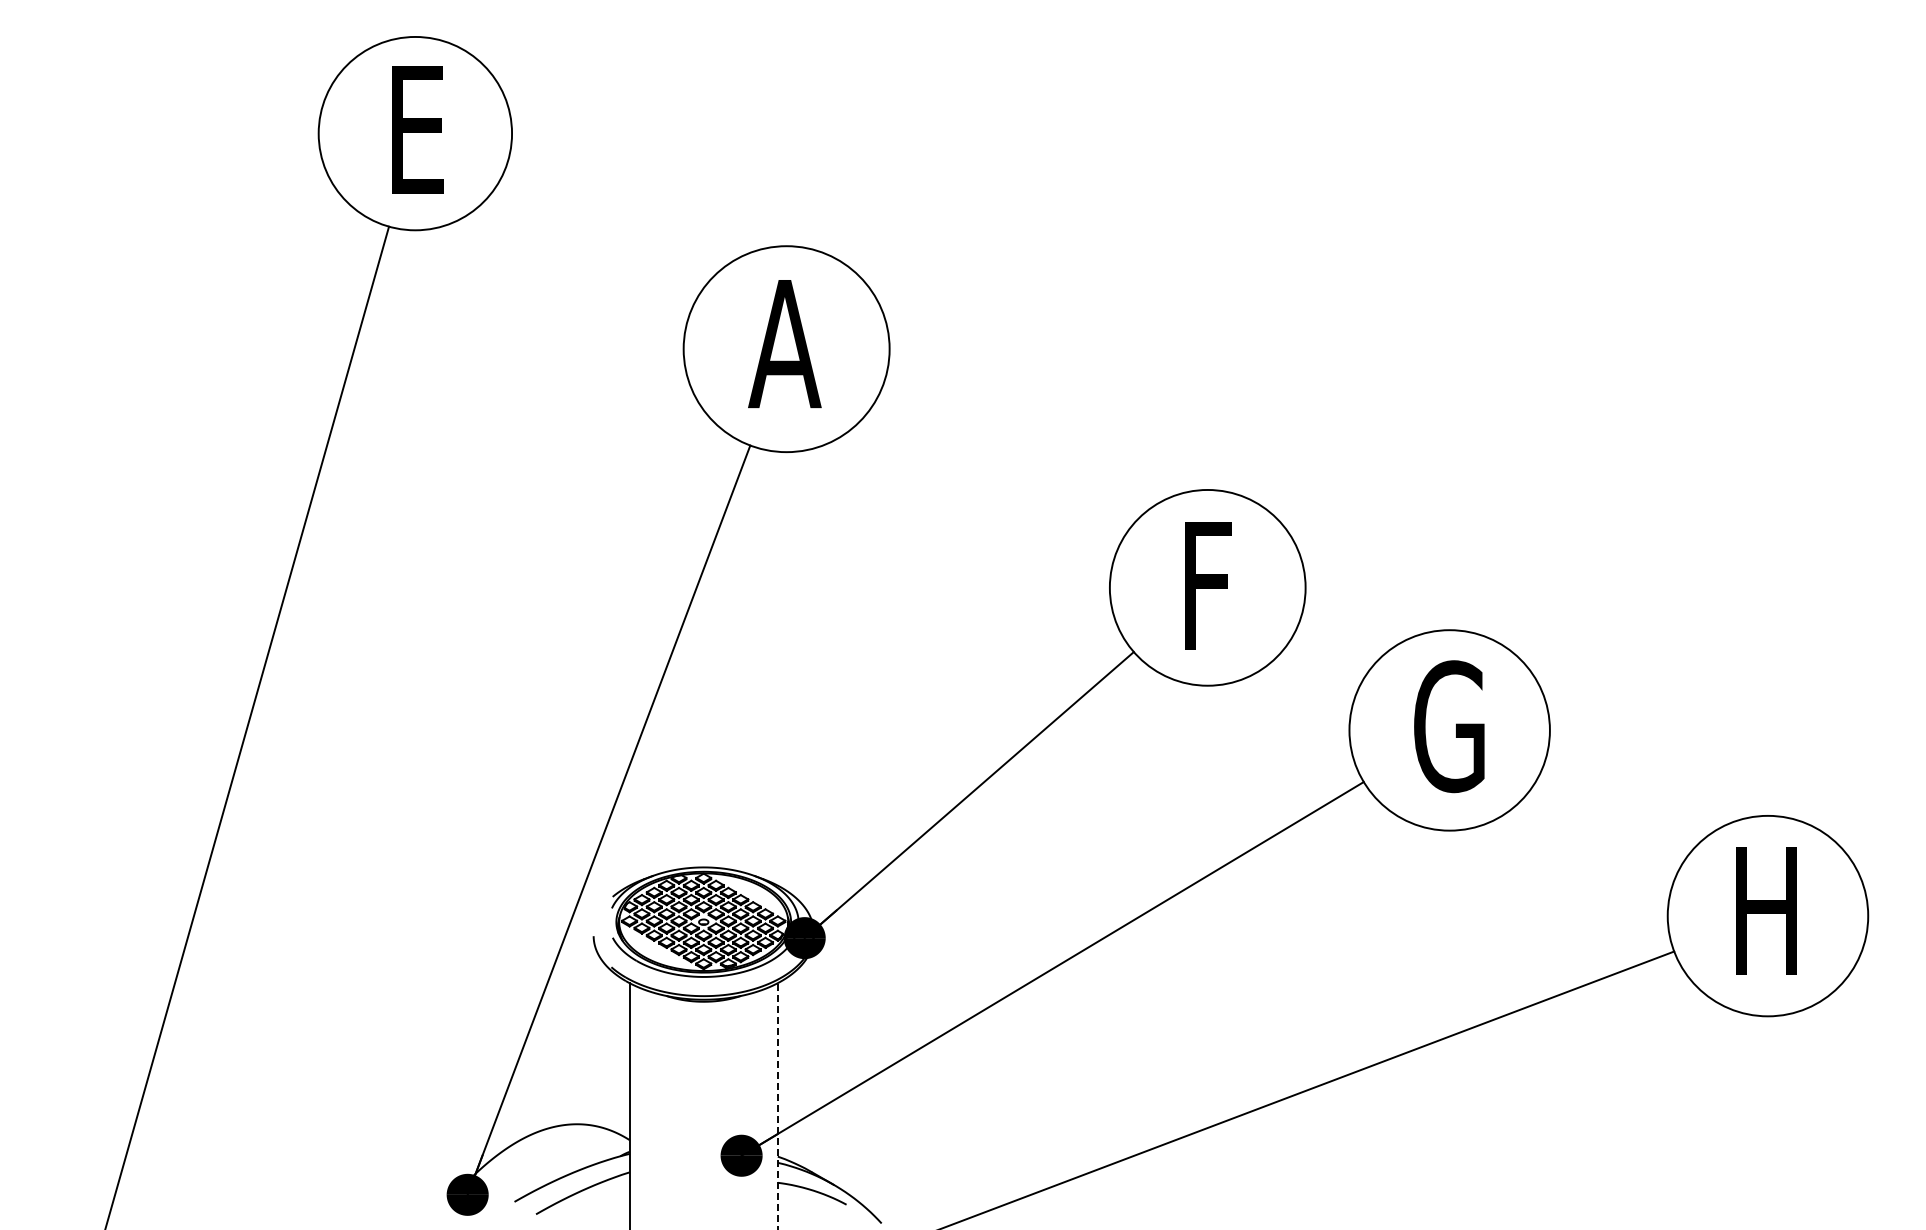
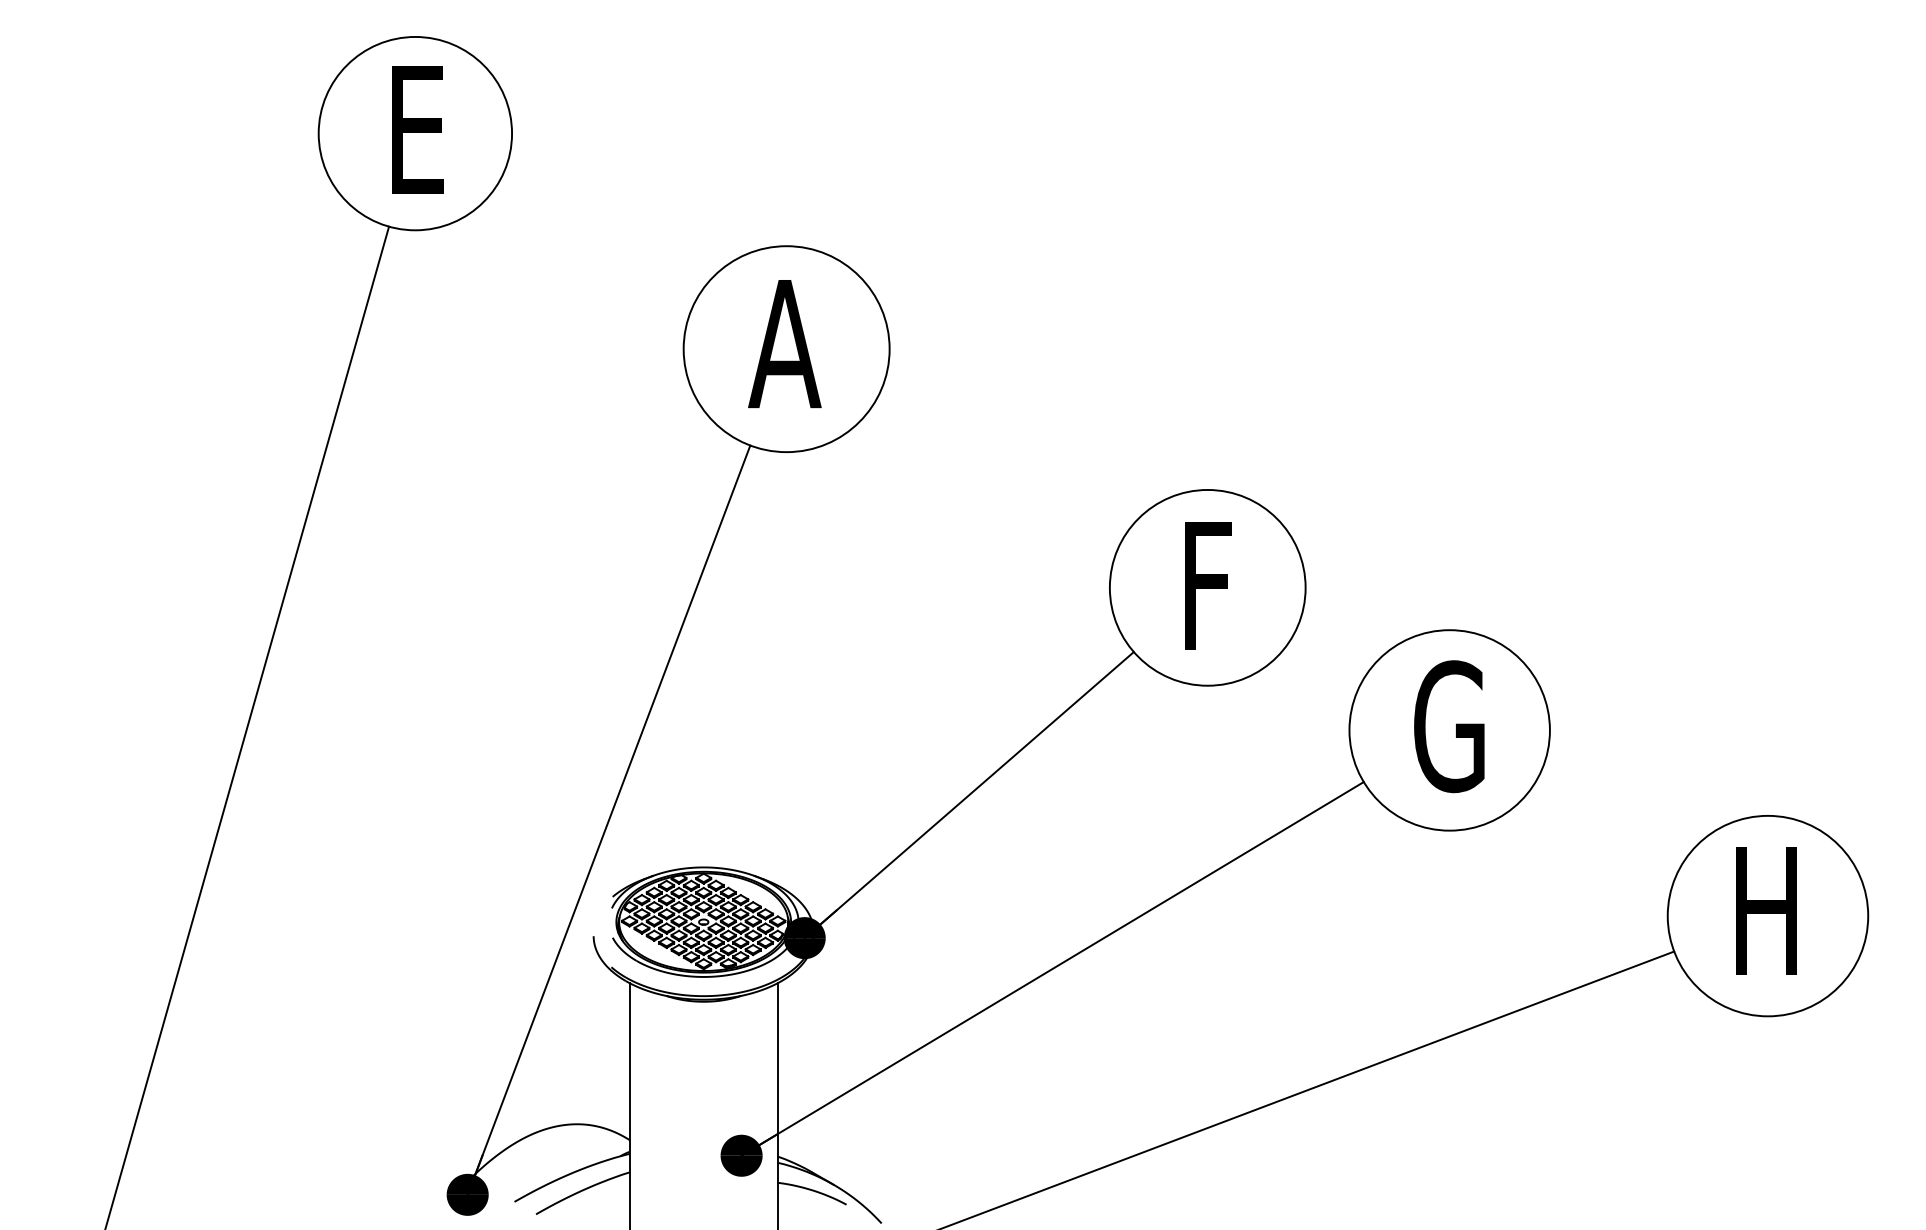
line at (777, 1106): dashed -> solid
